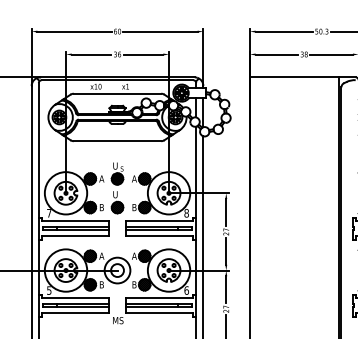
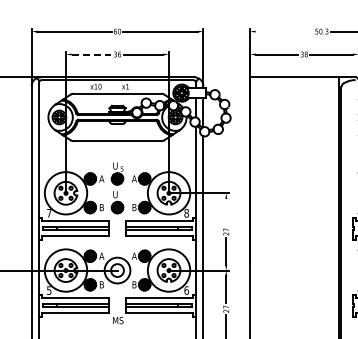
line at (283, 31): present -> none
line at (91, 54): solid -> dashed
line at (226, 212): present -> none
